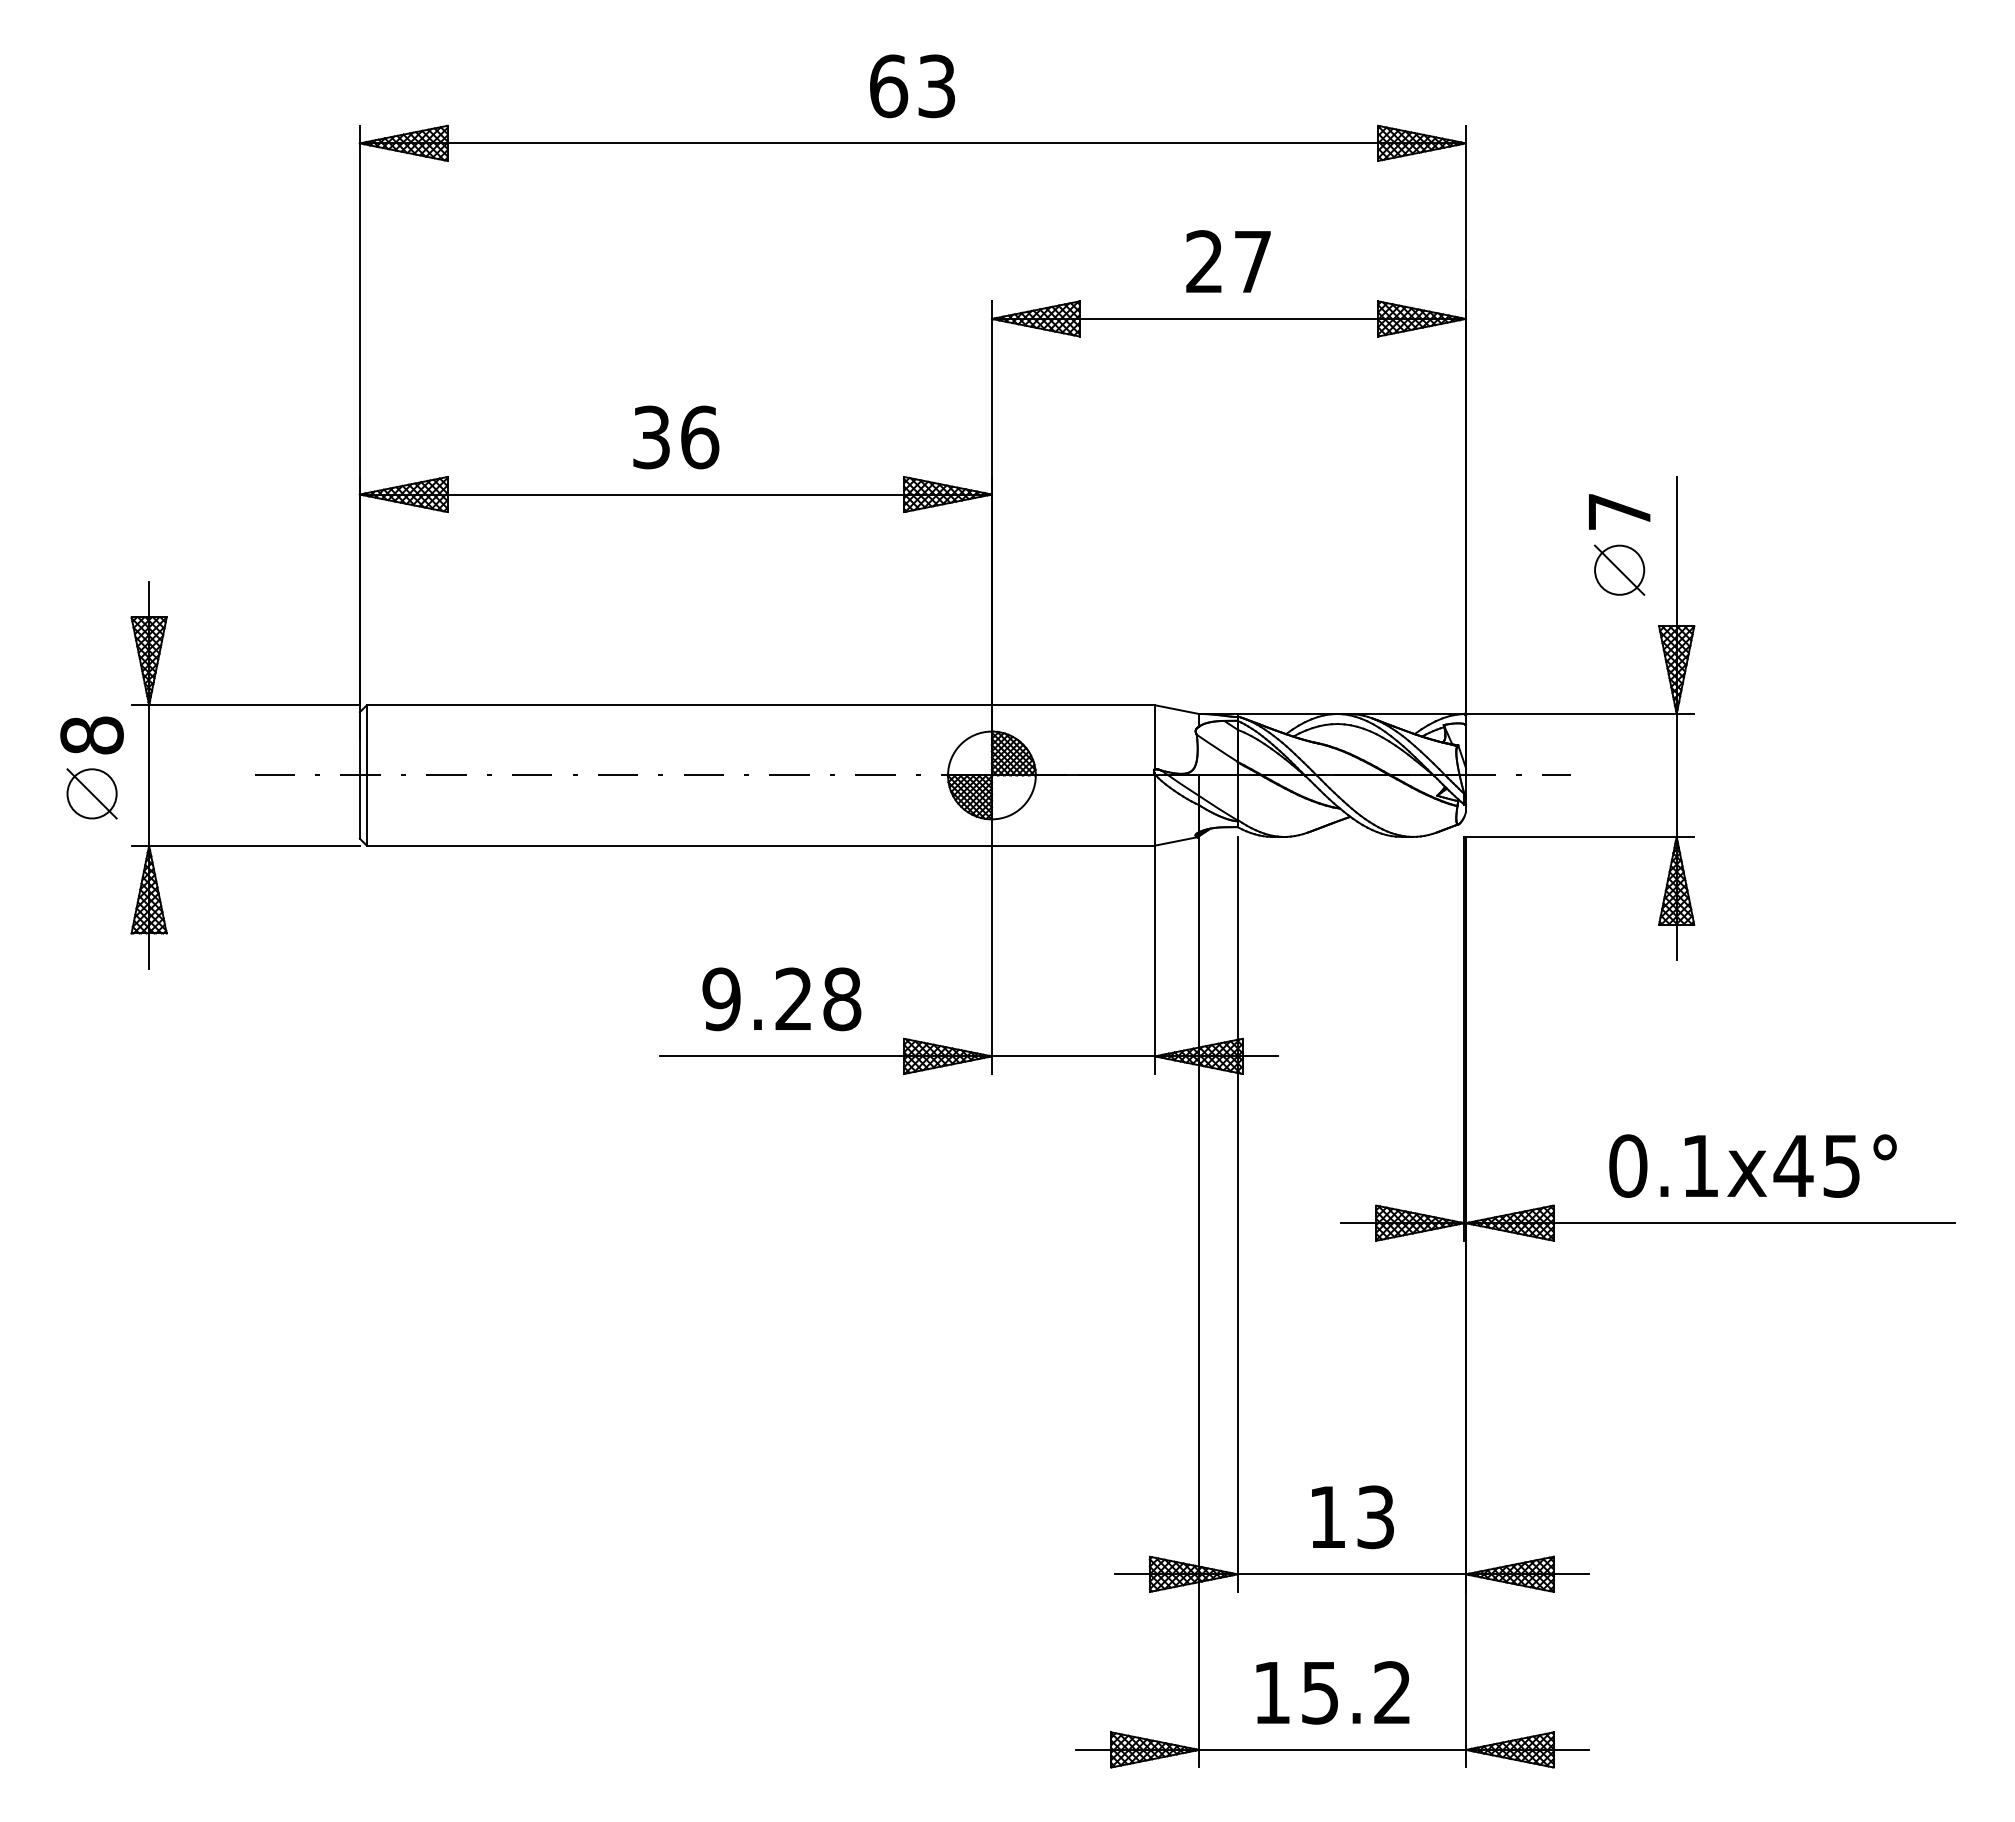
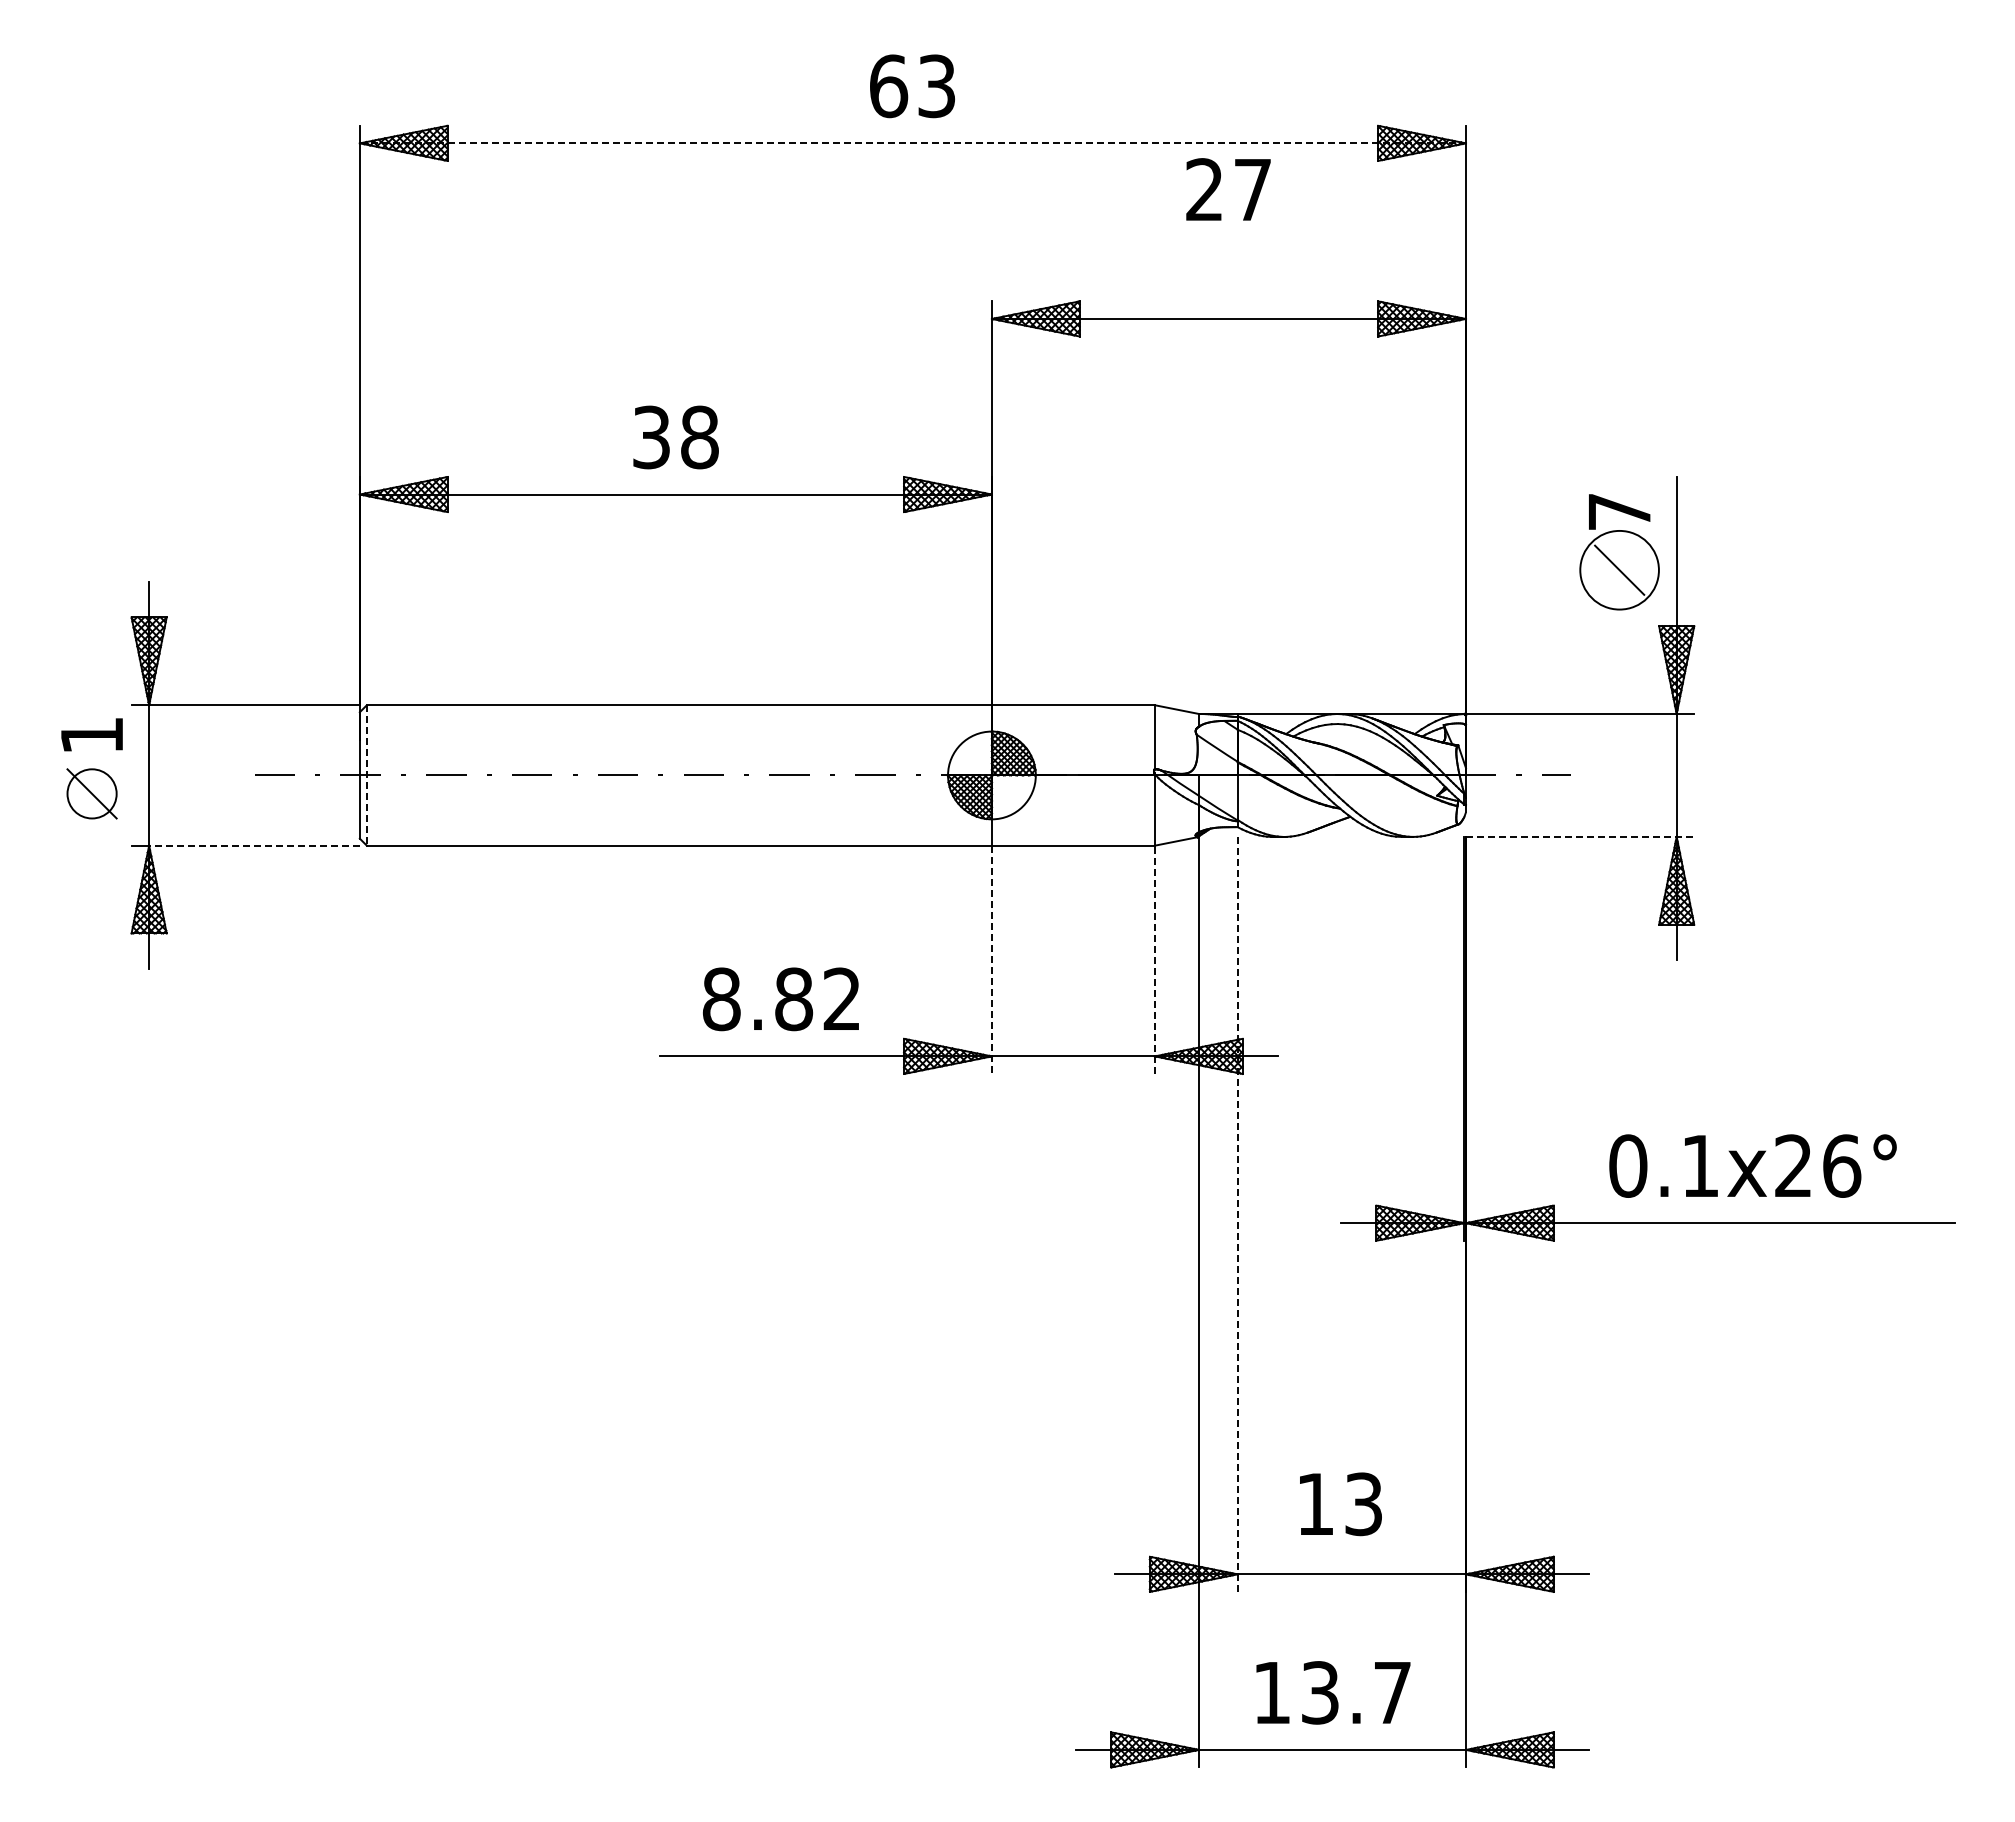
line at (913, 143): solid -> dashed
text at (1228, 261) position: (1228, 261) -> (1228, 189)
text at (700, 437): 36 -> 38
circle at (1619, 569) diameter: 49 px -> 79 px
text at (91, 735): 8 -> 1
line at (366, 775): solid -> dashed
line at (1580, 836): solid -> dashed
line at (254, 845): solid -> dashed
line at (1154, 959): solid -> dashed
line at (991, 960): solid -> dashed
text at (781, 999): 9.28 -> 8.82
text at (1817, 1165): 0.1x45° -> 0.1x26°
line at (1237, 1214): solid -> dashed
text at (1352, 1517) position: (1352, 1517) -> (1340, 1504)
text at (1356, 1692): 15.2 -> 13.7
